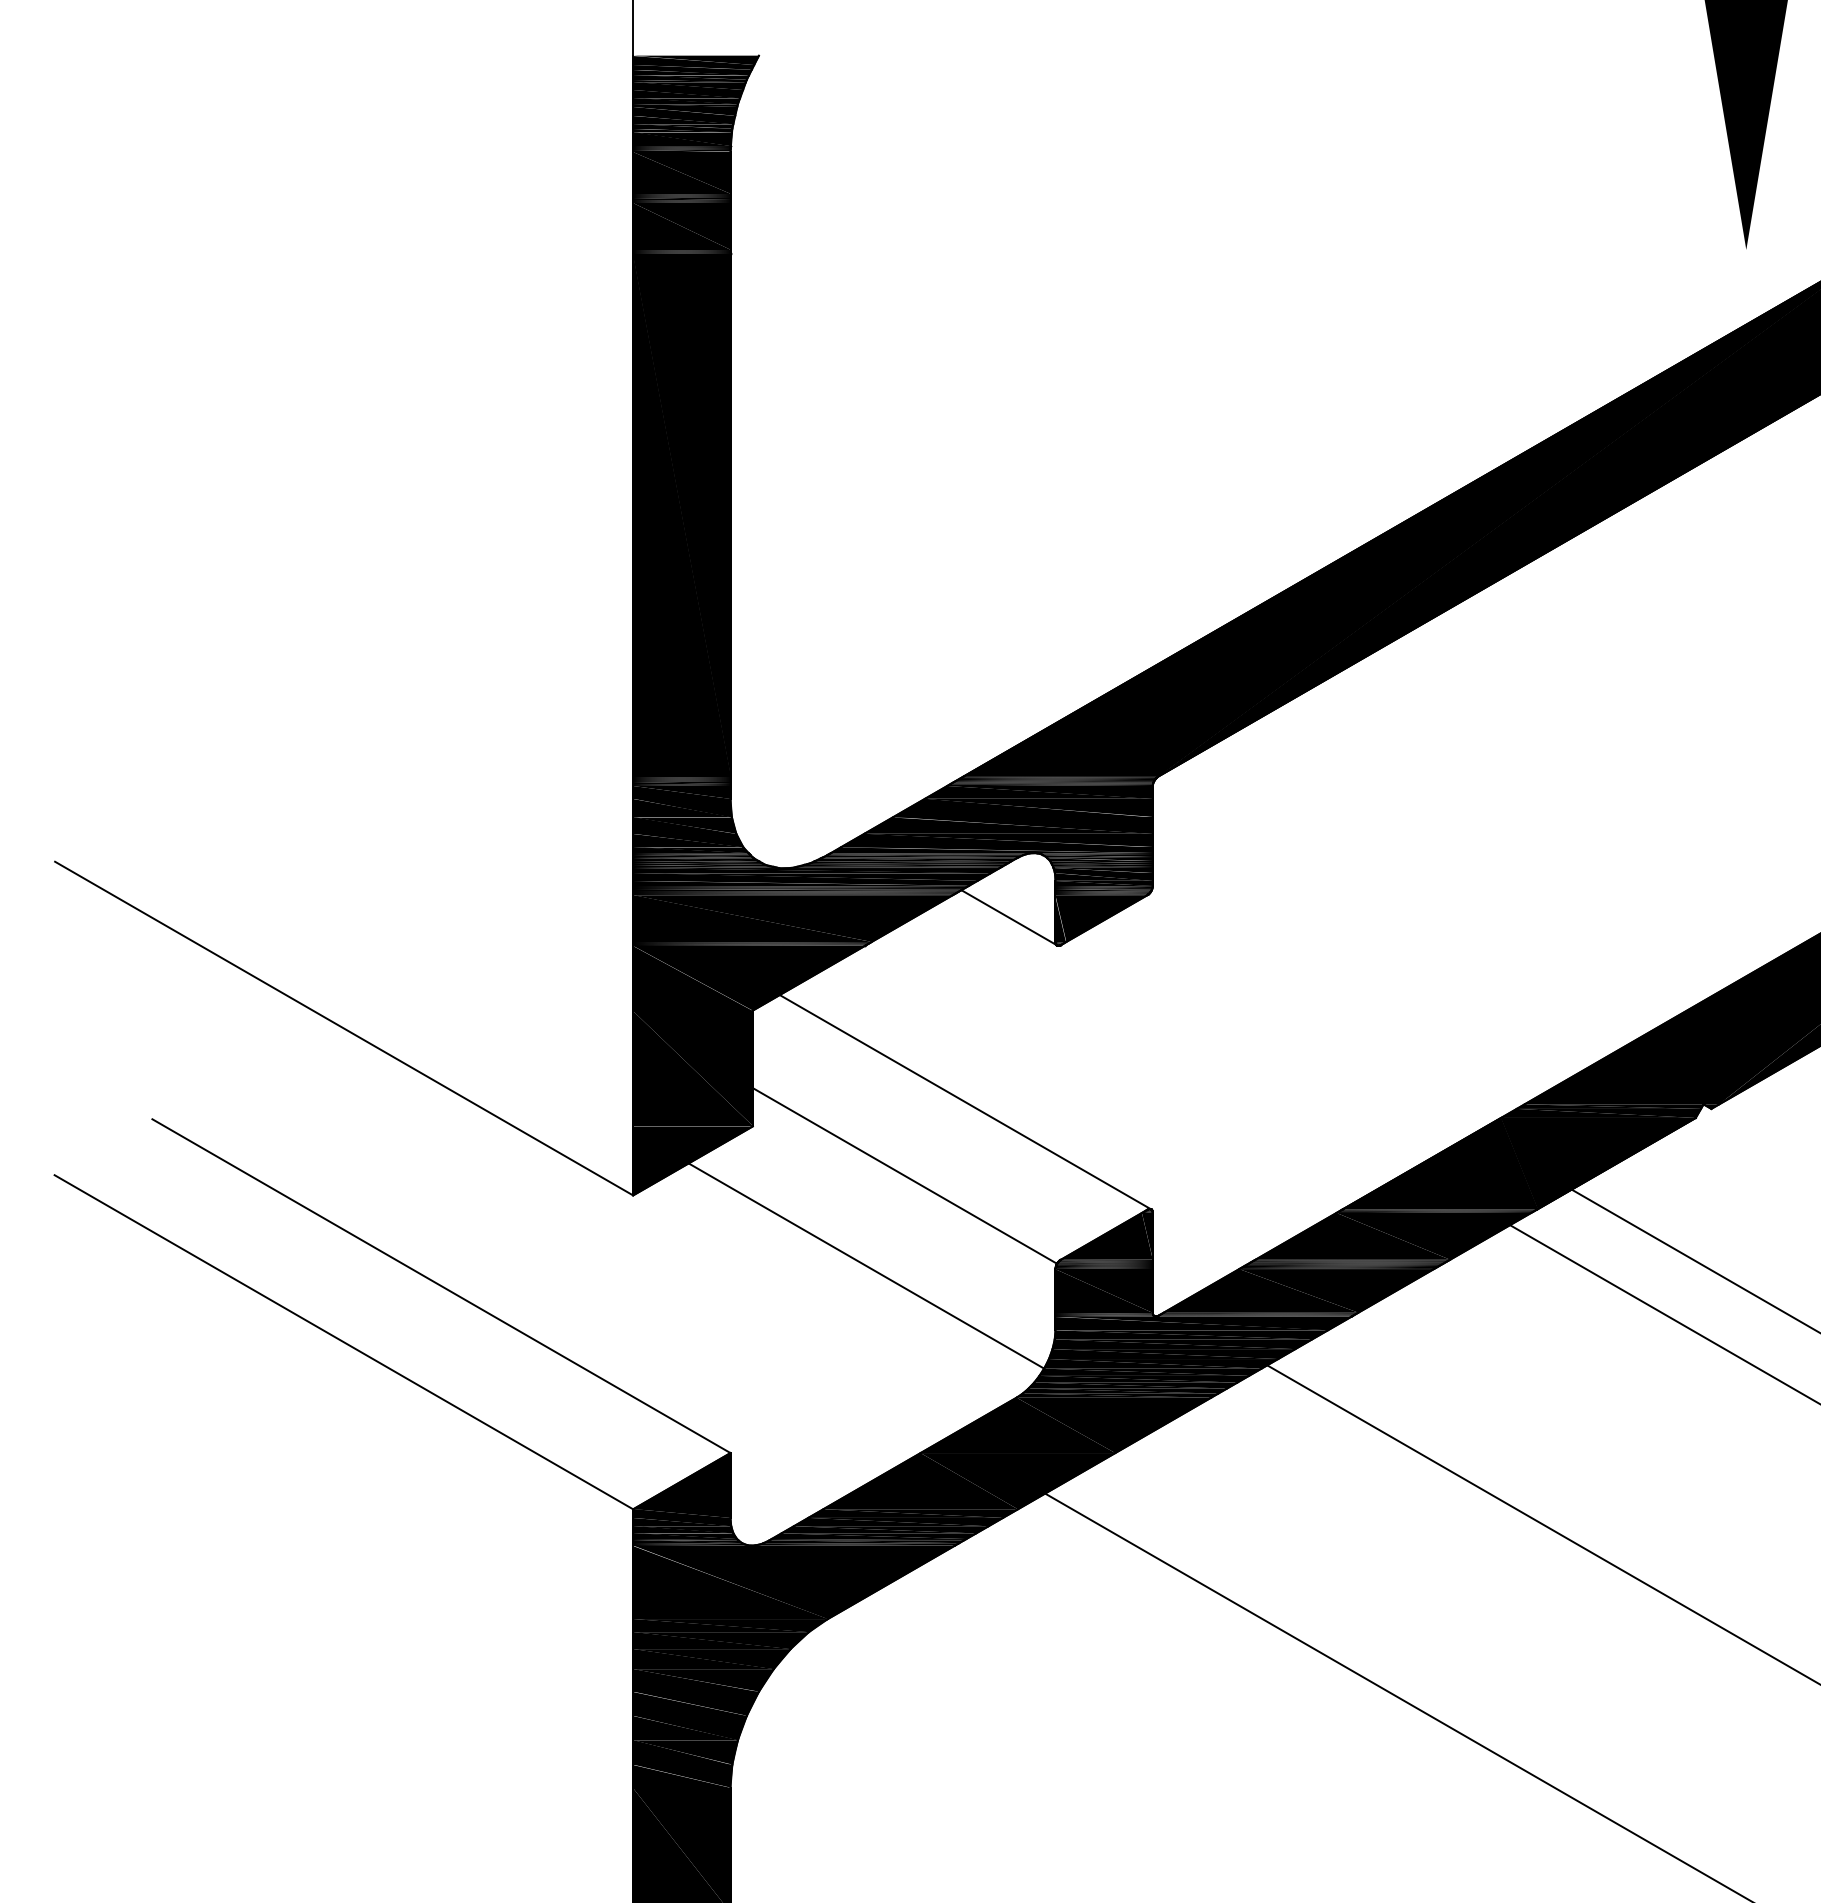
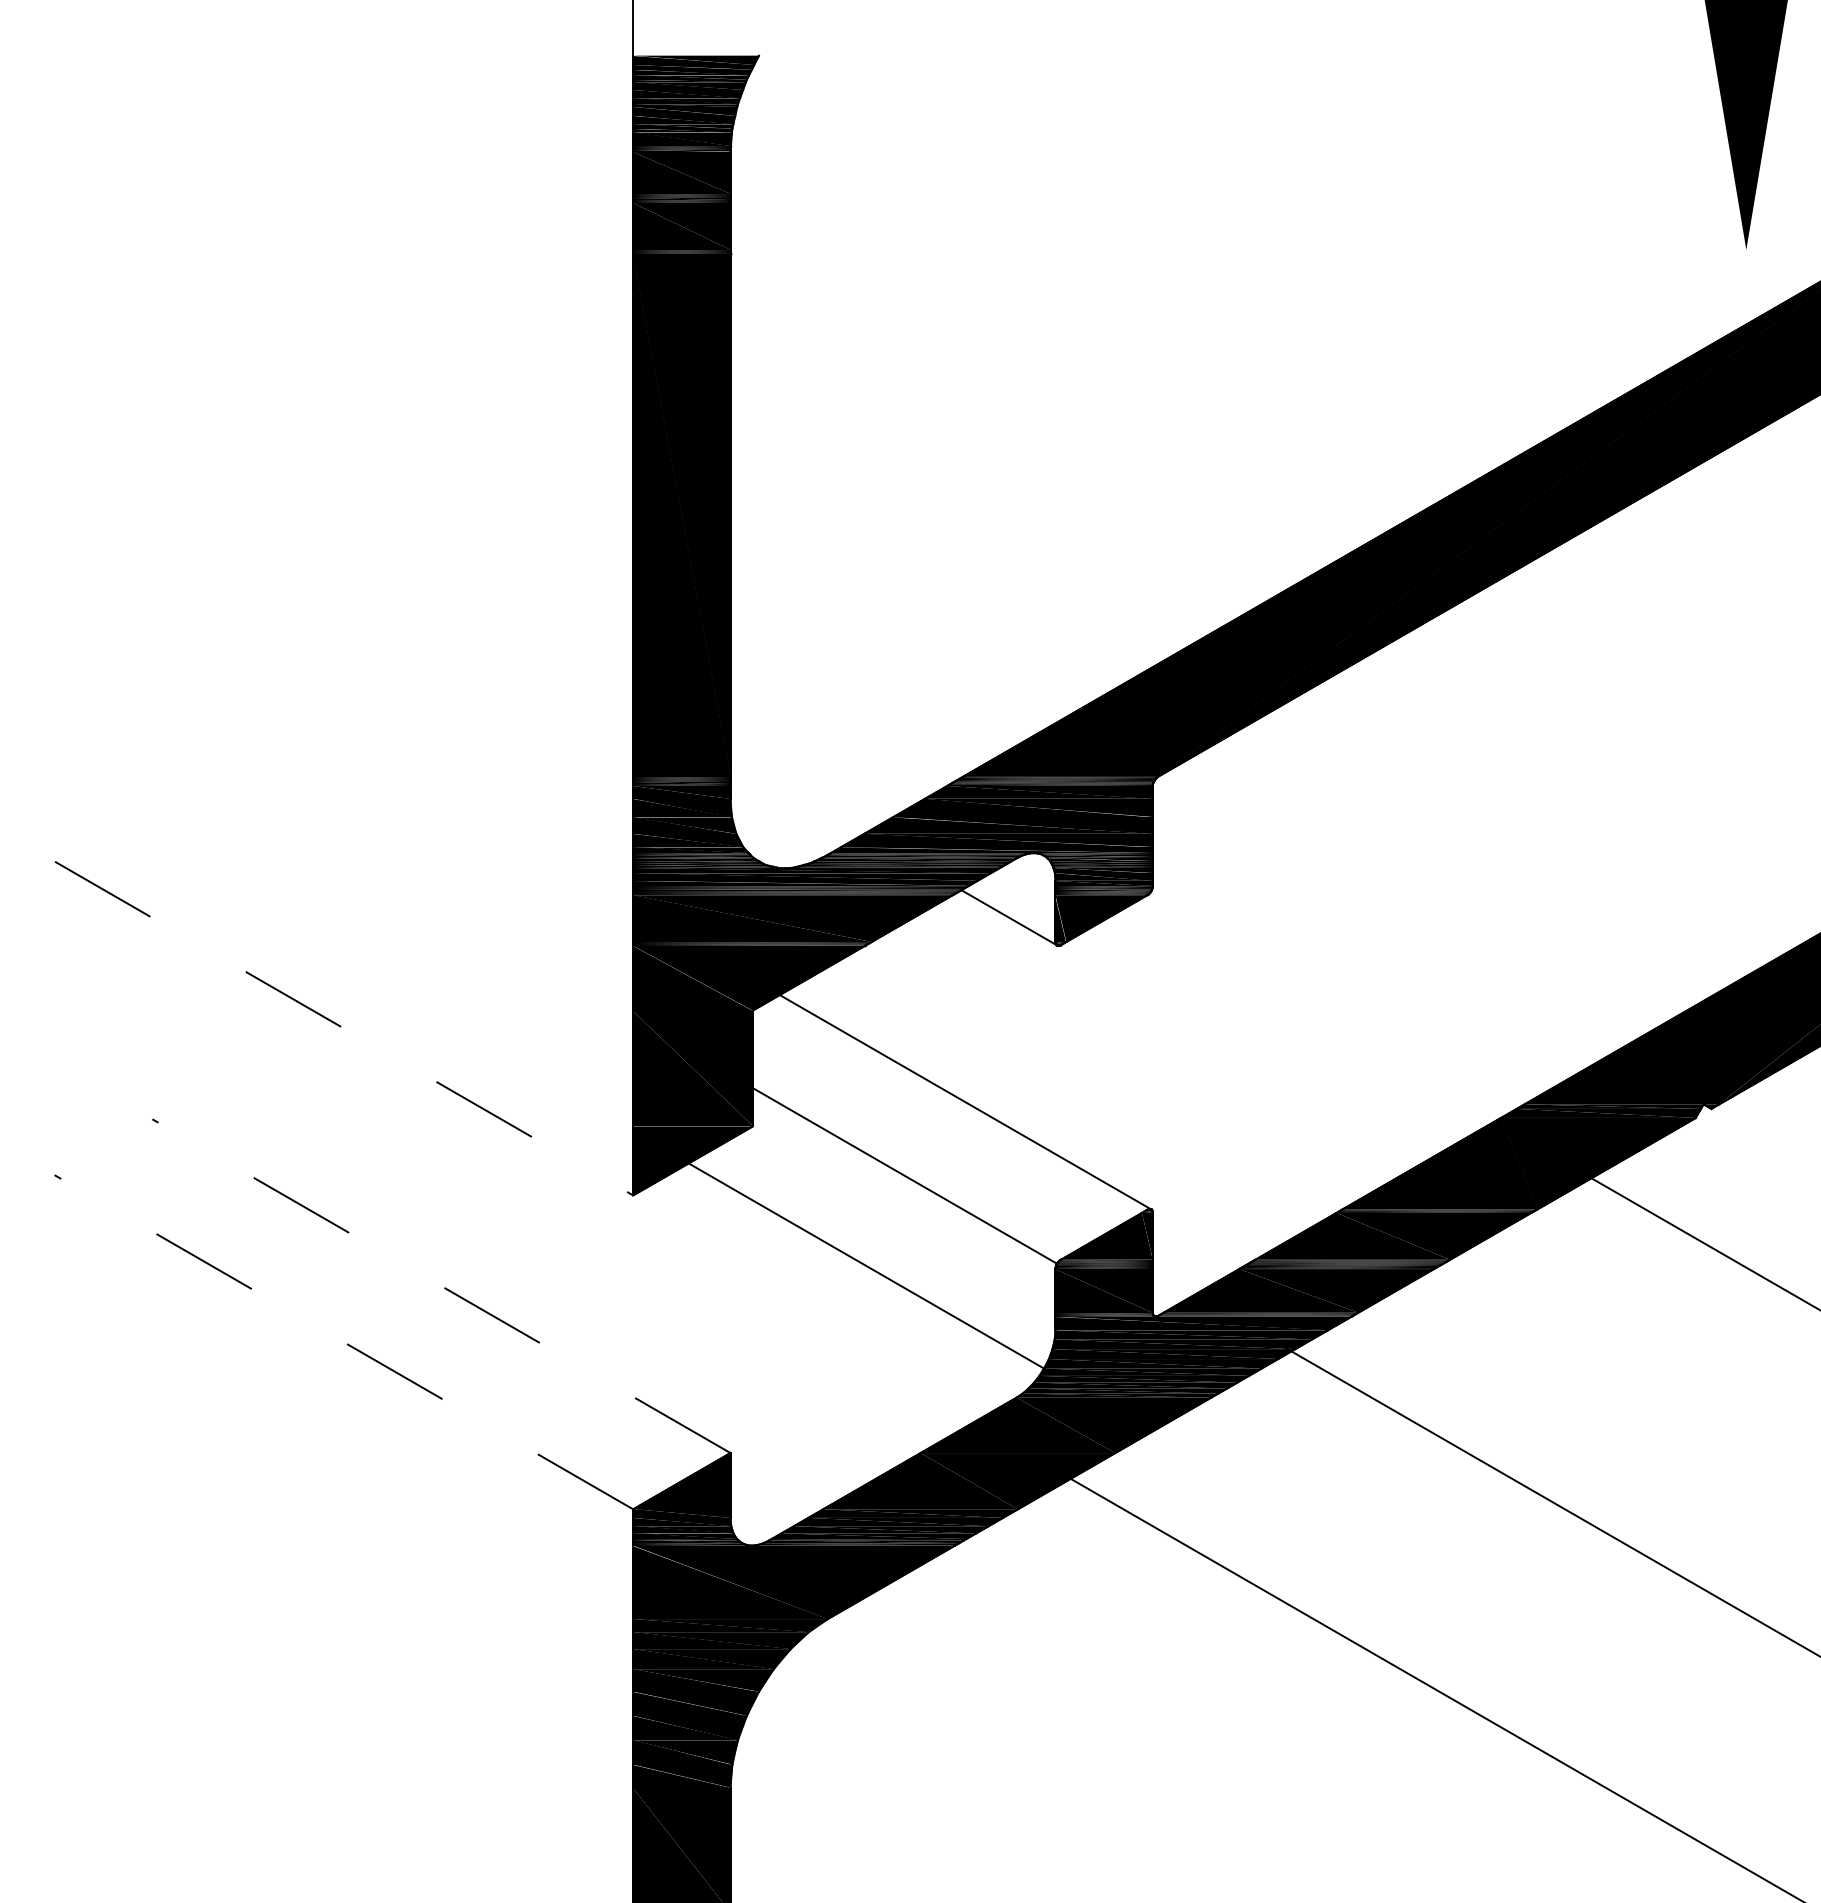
line at (344, 1028): solid -> dashed
line at (1694, 1260) position: (1694, 1260) -> (1699, 1240)
line at (441, 1286): solid -> dashed
line at (1663, 1313): present -> none
line at (343, 1342): solid -> dashed
line at (1542, 1523) position: (1542, 1523) -> (1548, 1499)
line at (1396, 1696) position: (1396, 1696) -> (1428, 1685)
